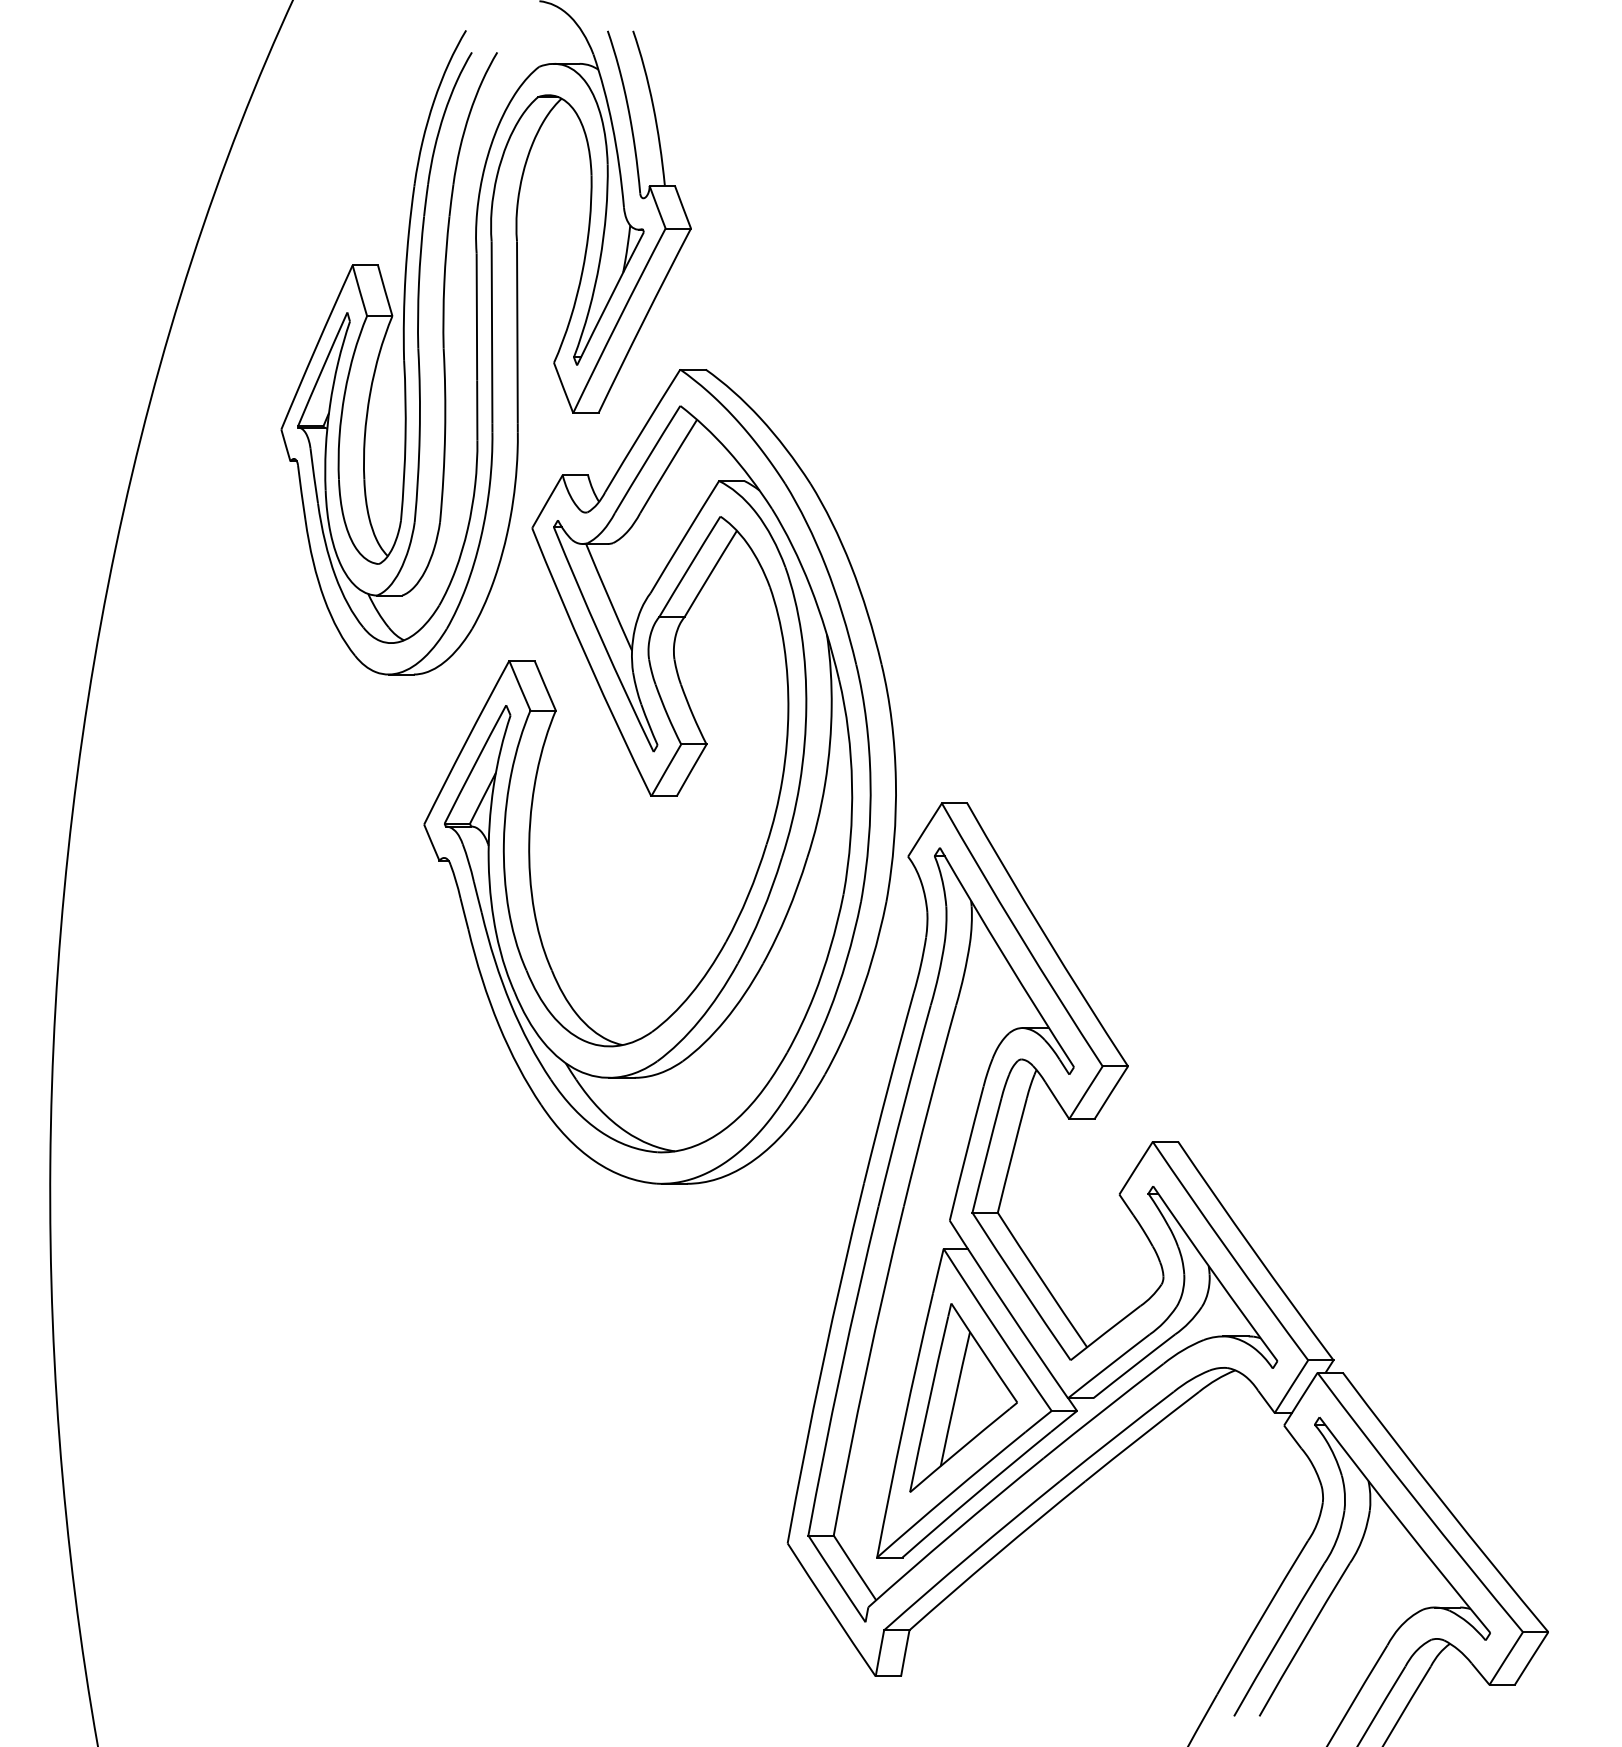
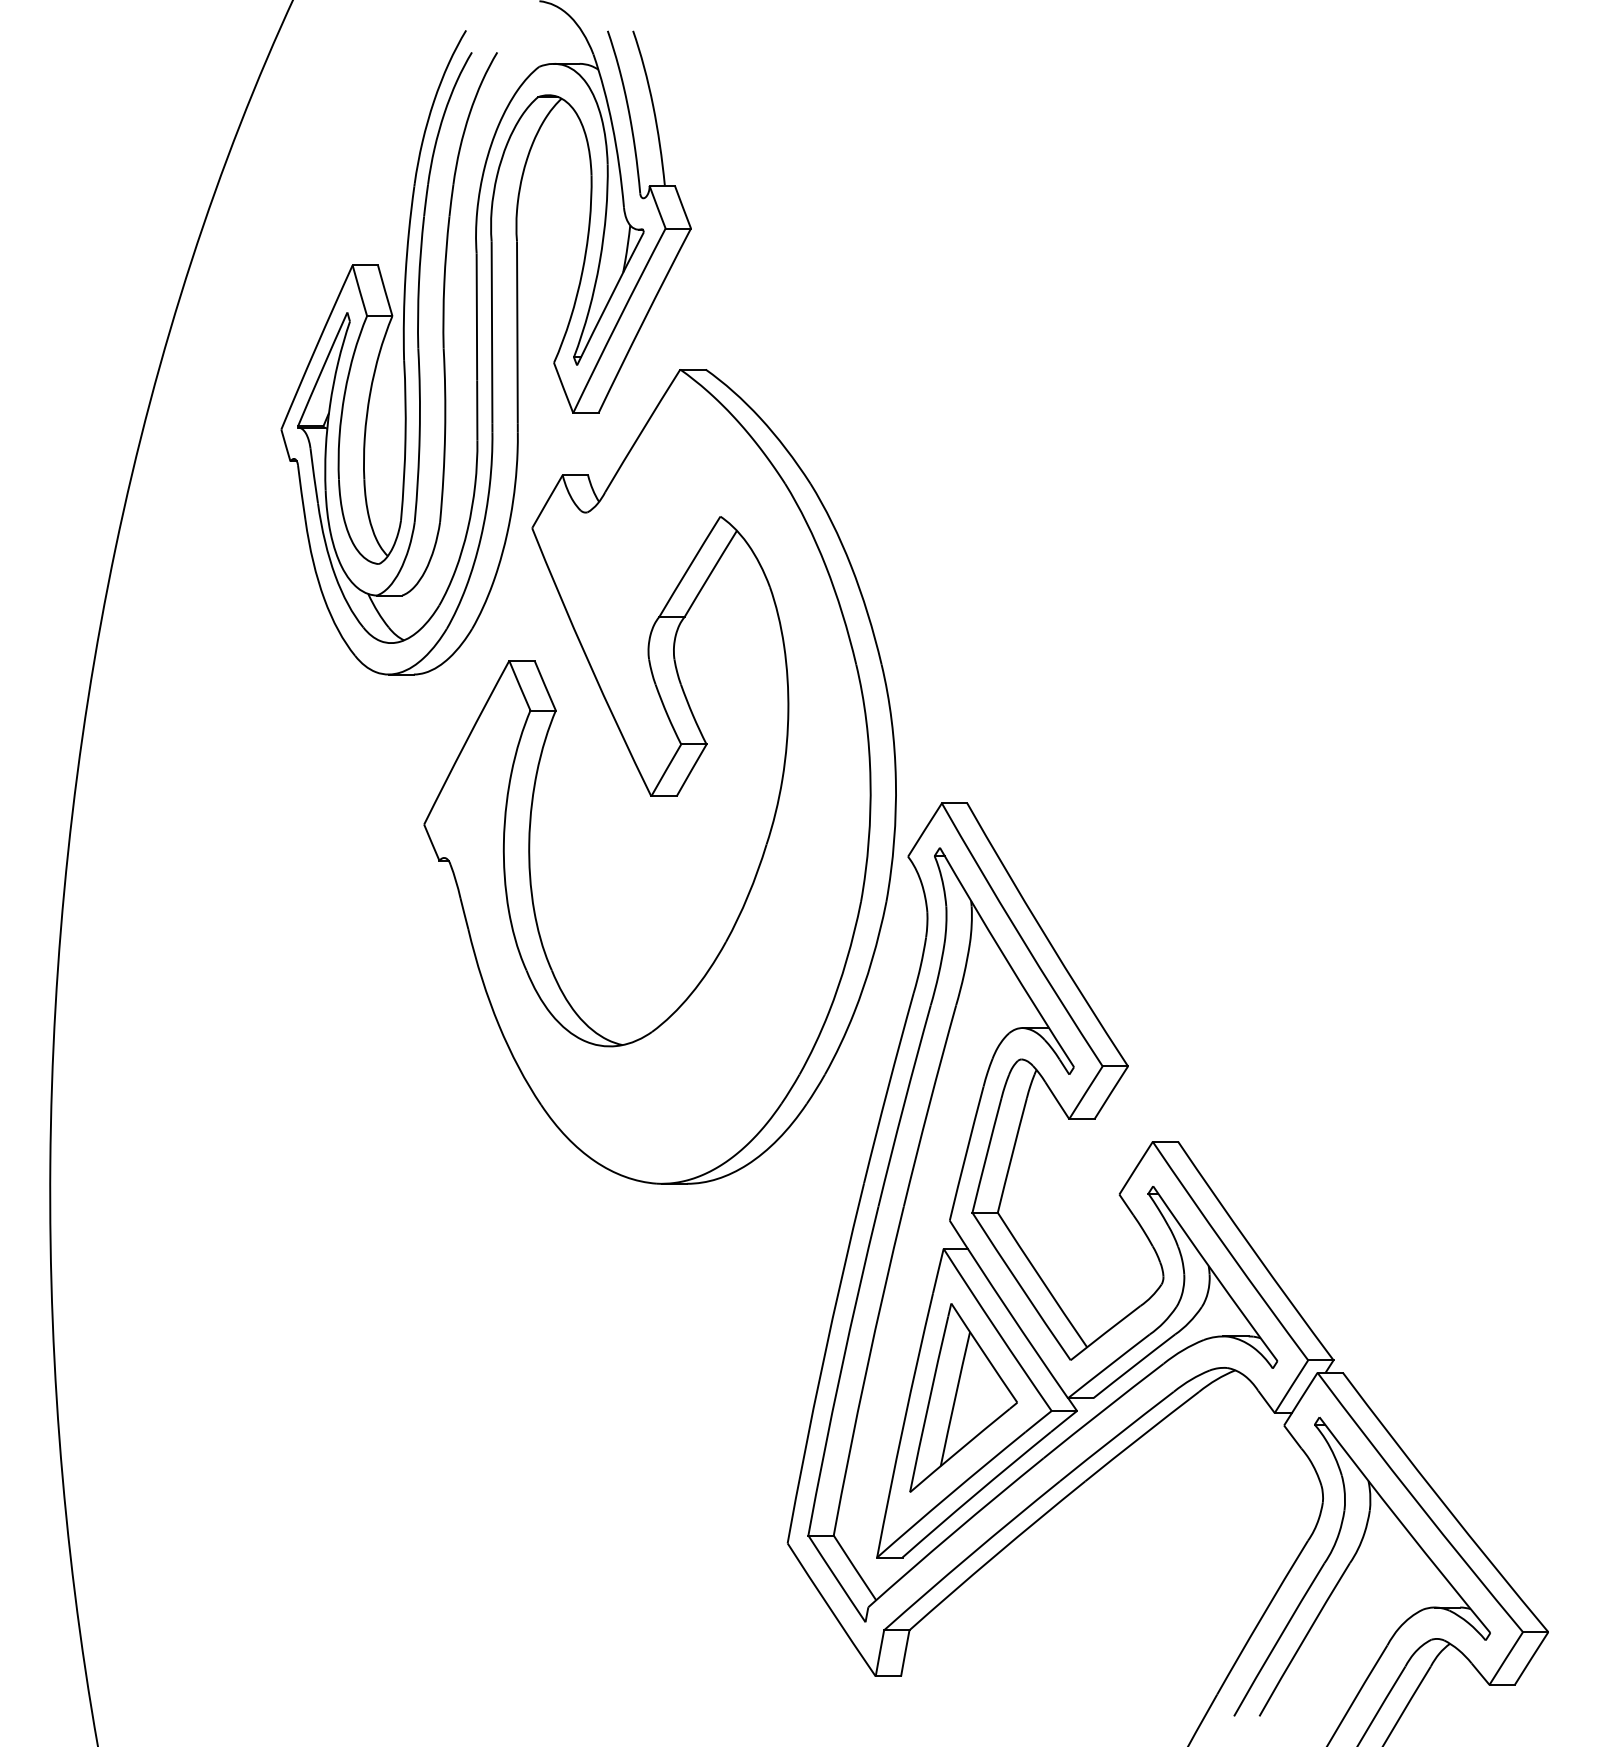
part at (653, 752): present -> none
